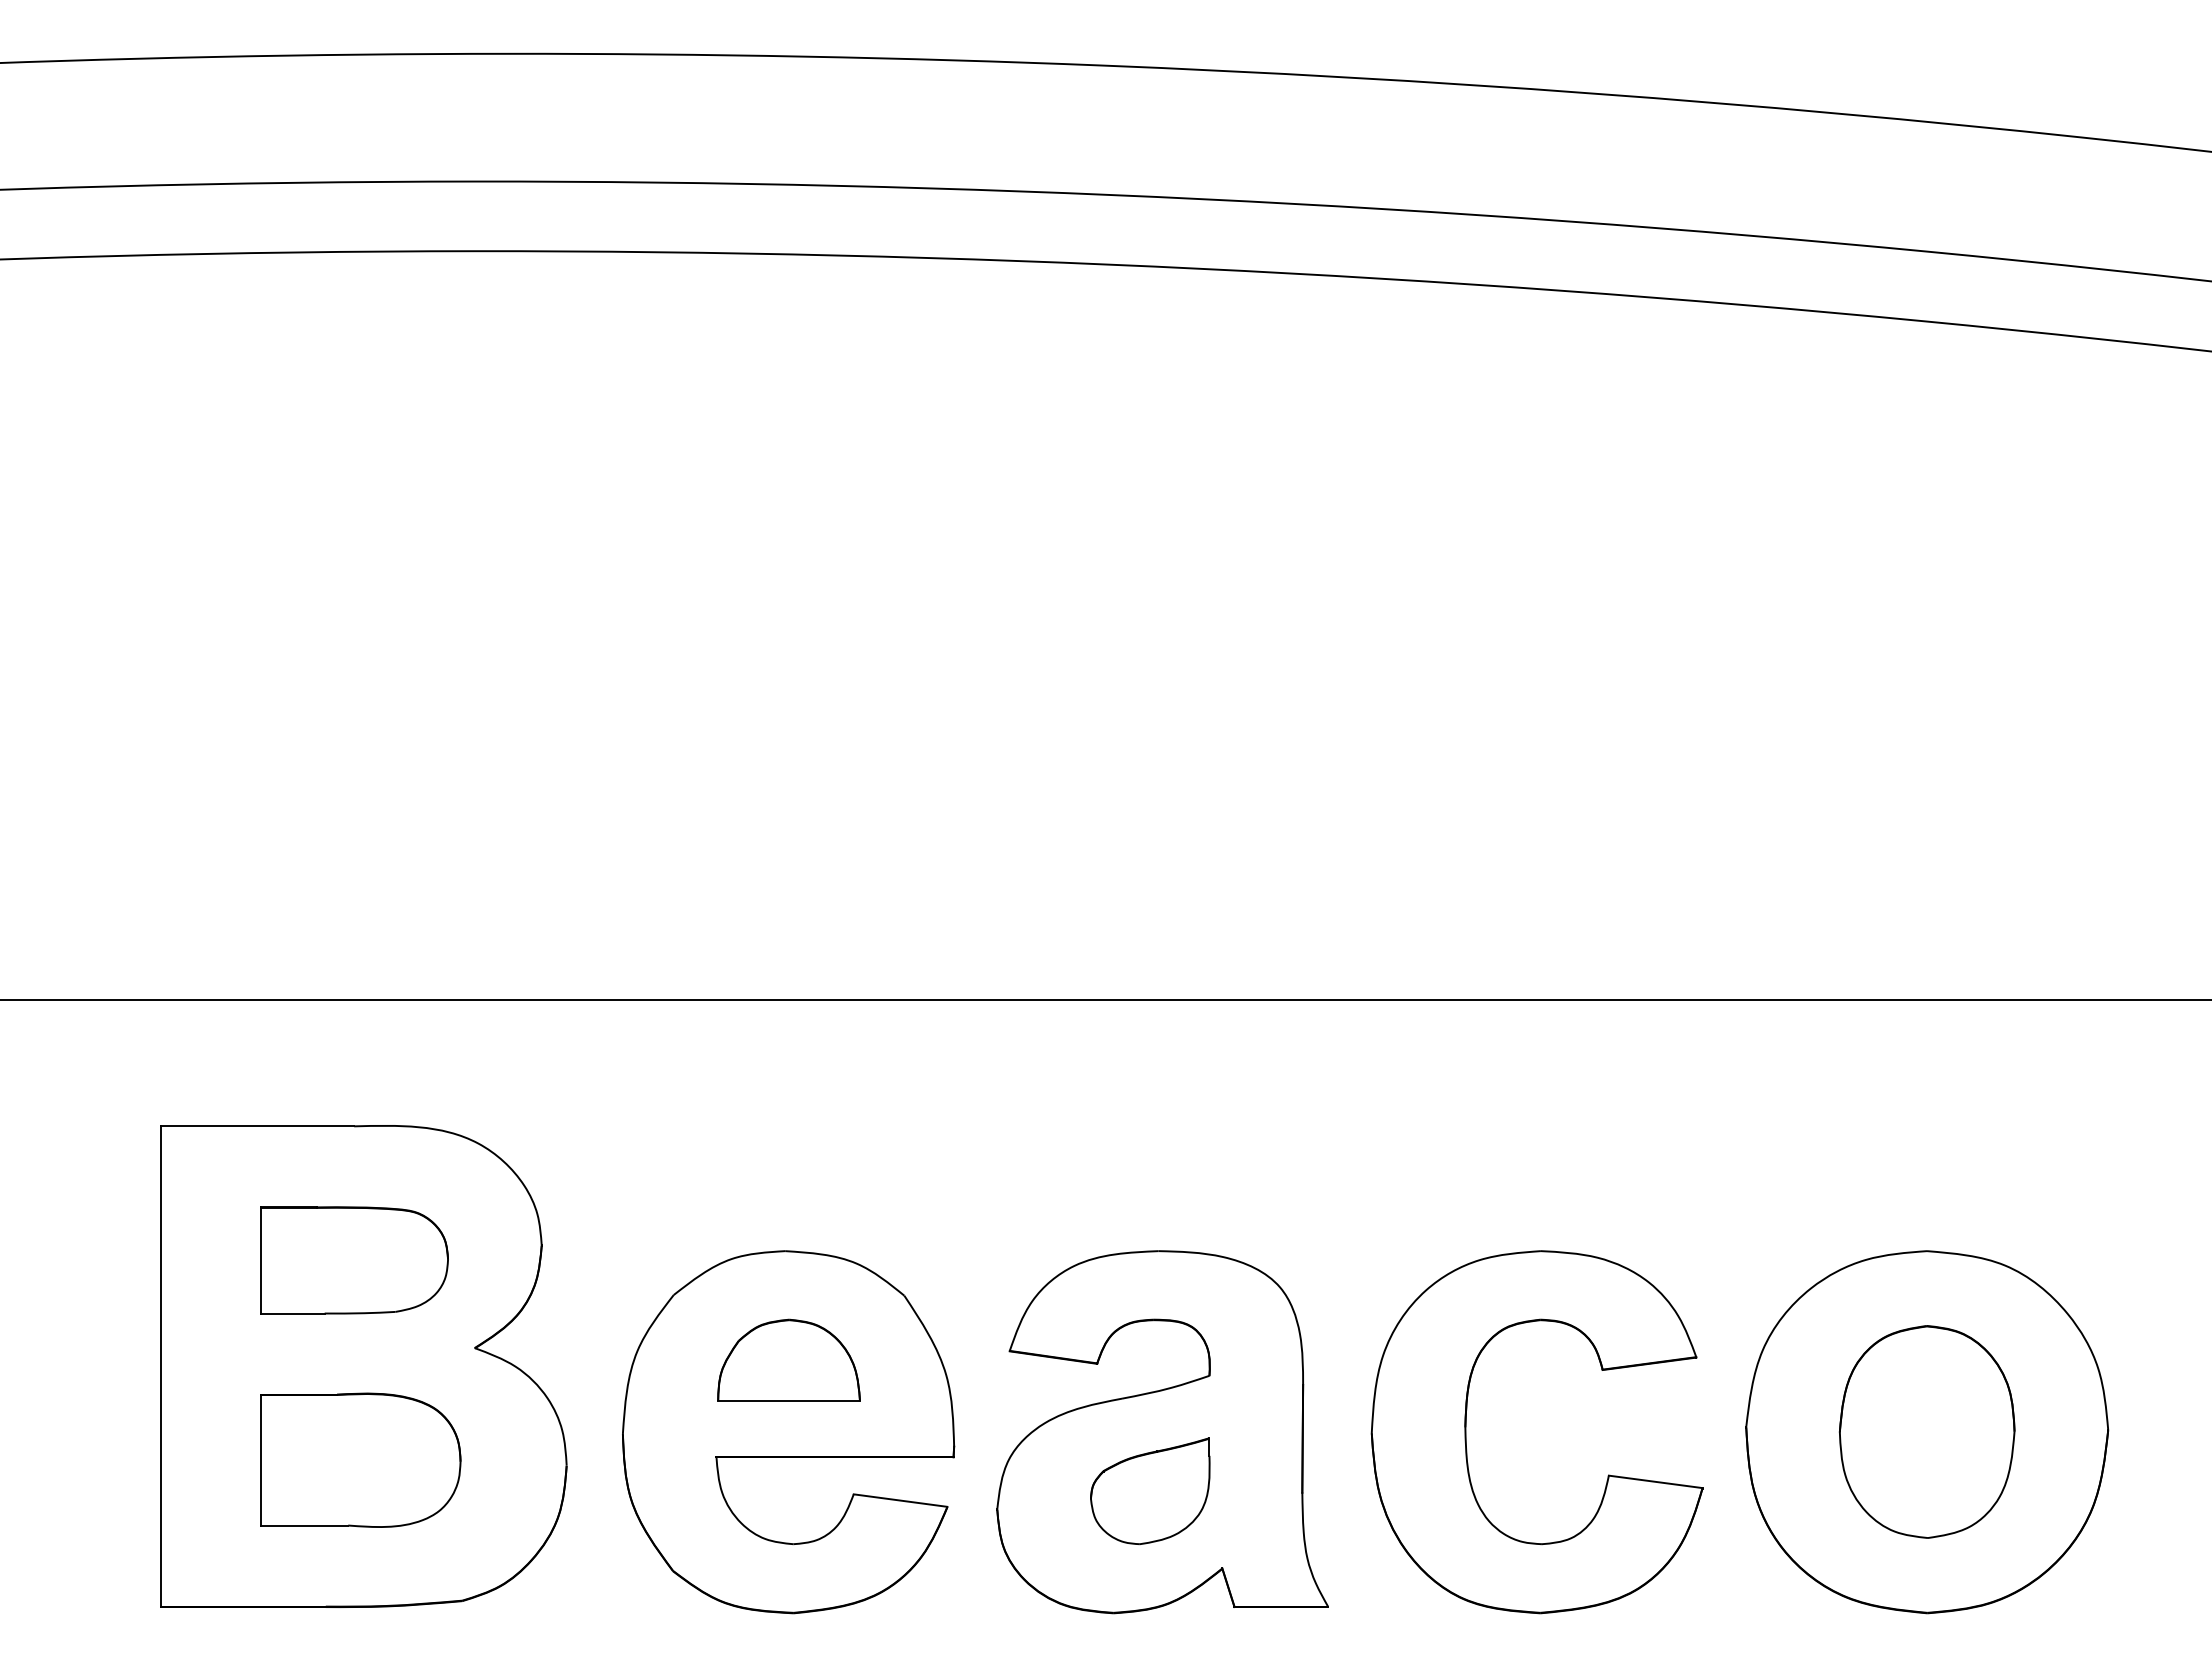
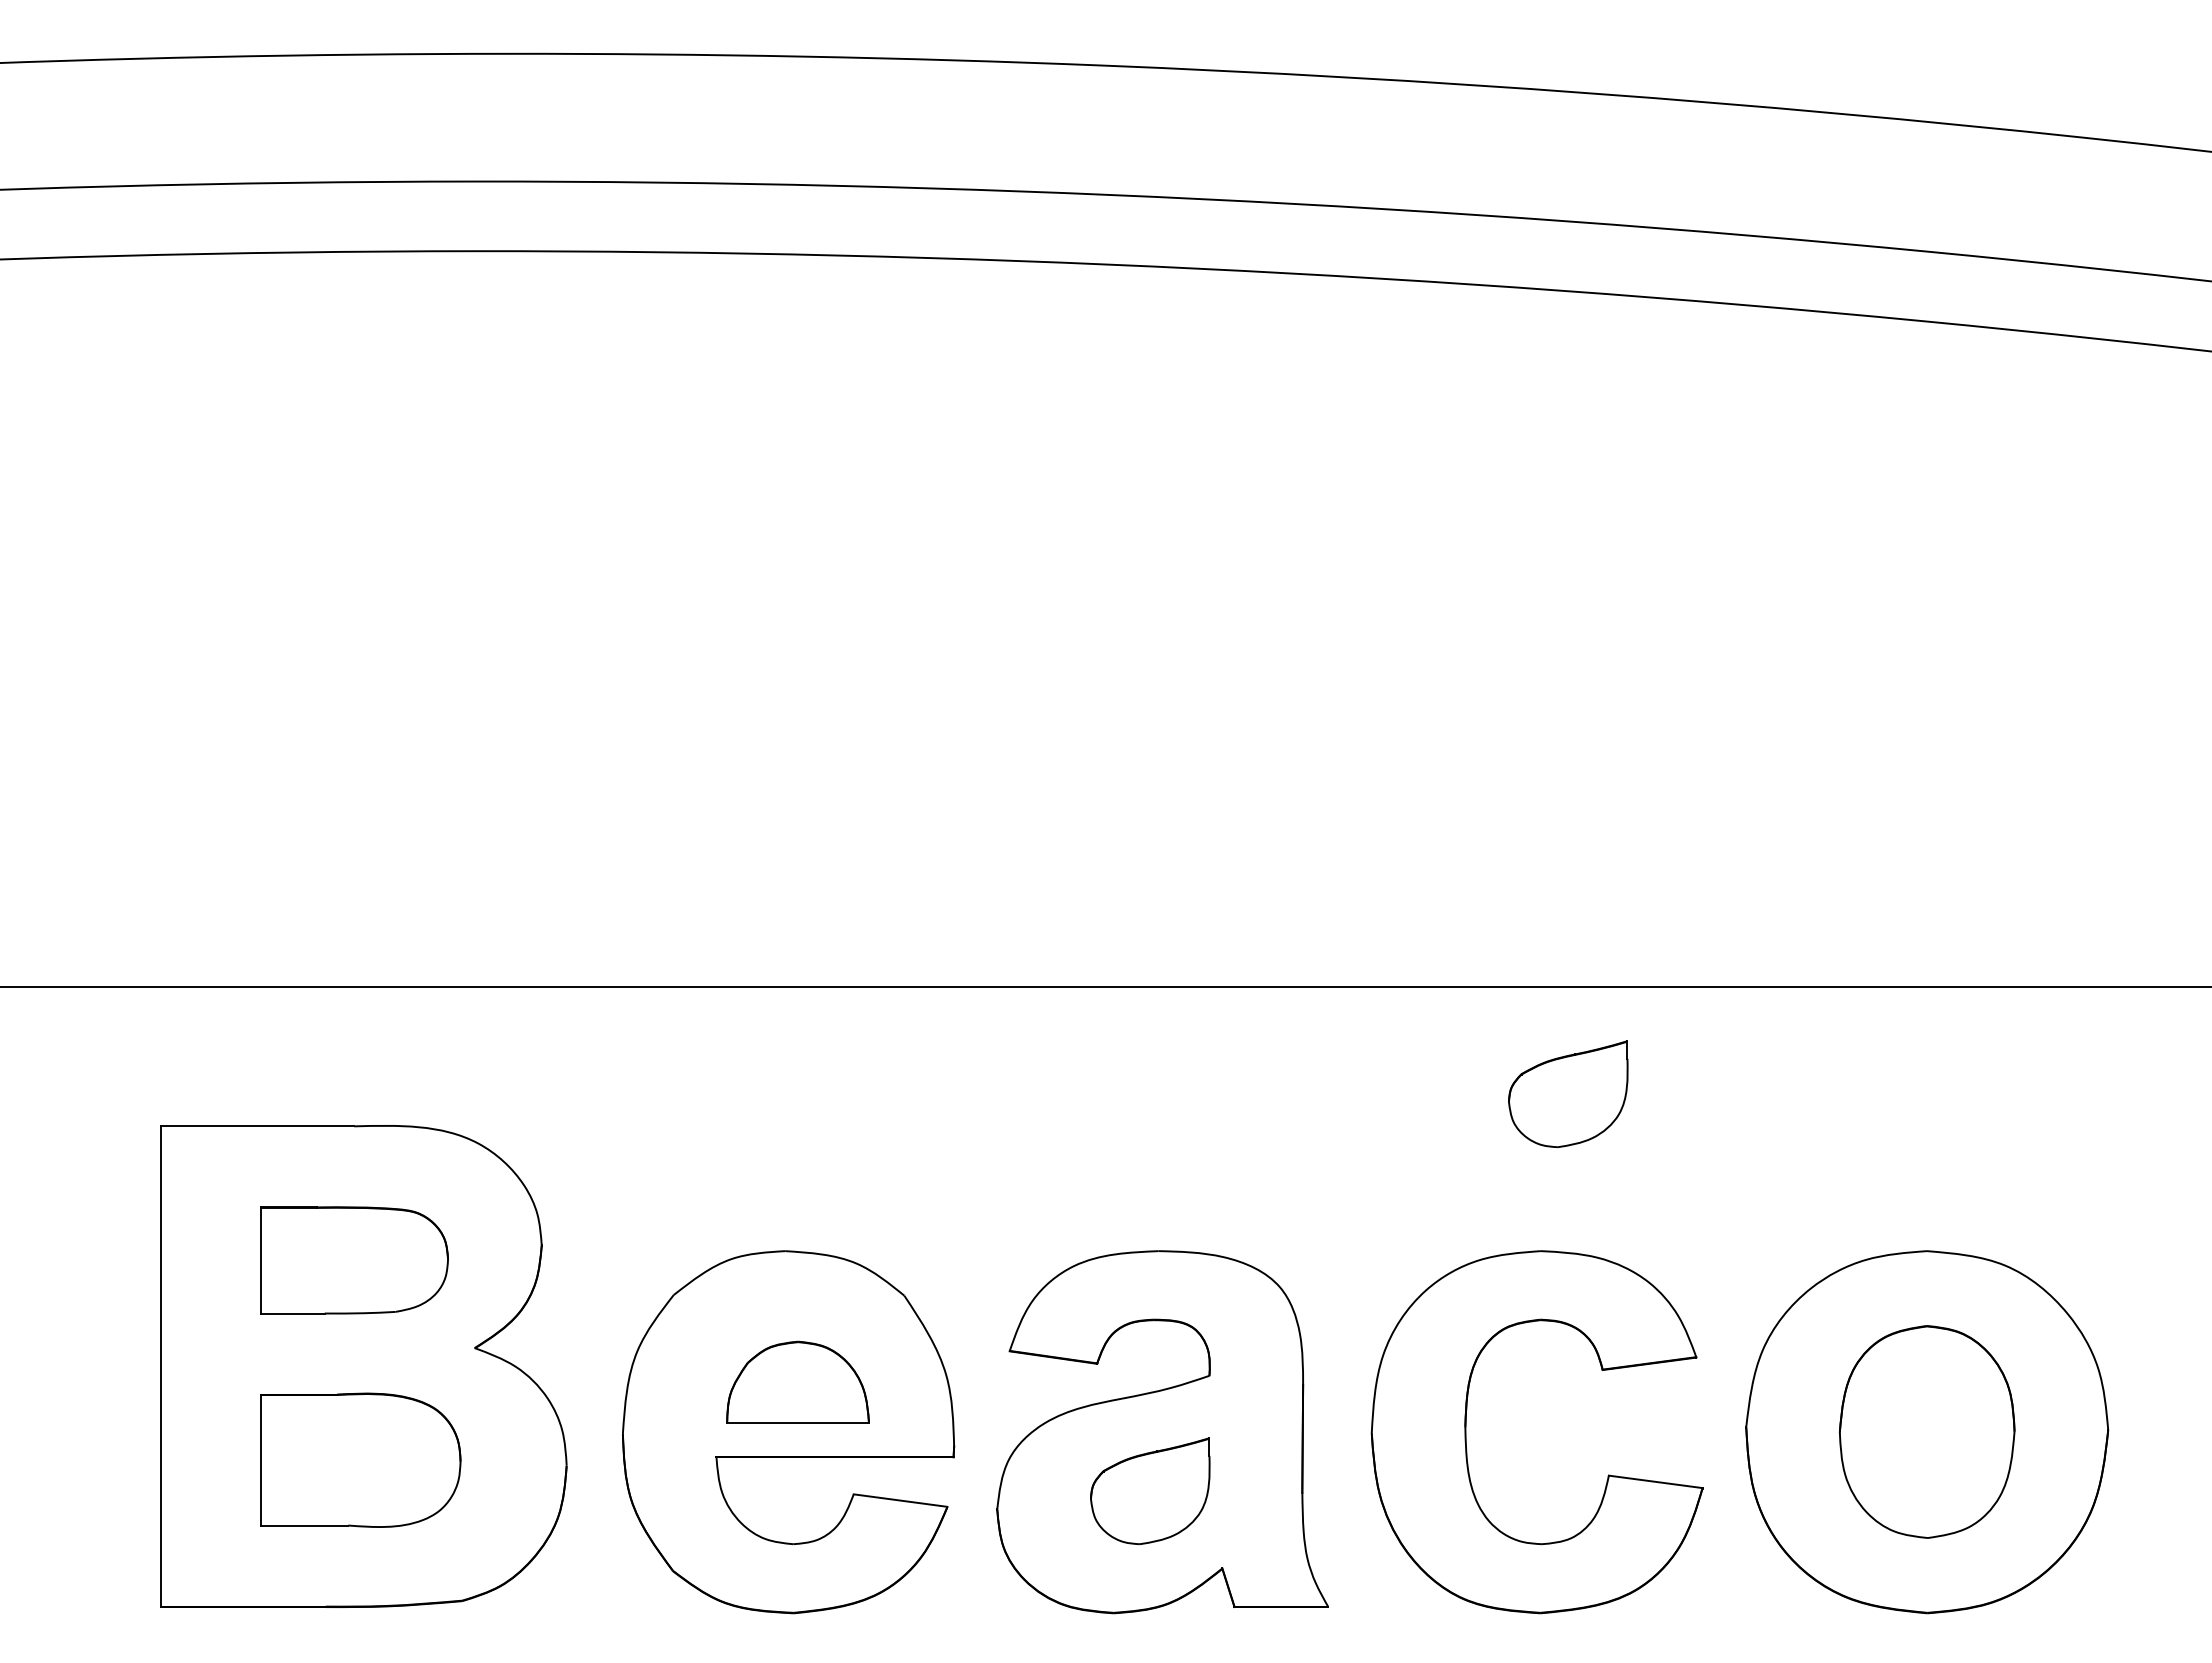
line at (1105, 1000) position: (1105, 1000) -> (1105, 987)
part at (1568, 1094): none -> present
part at (788, 1359) position: (788, 1359) -> (797, 1381)
